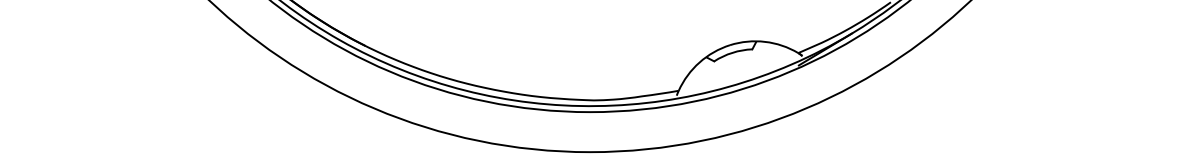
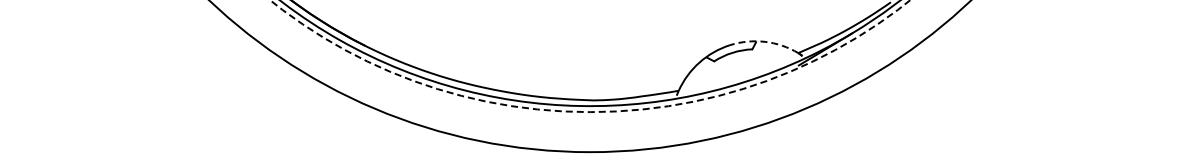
arc at (765, 41): solid -> dashed
circle at (589, 56): solid -> dashed
